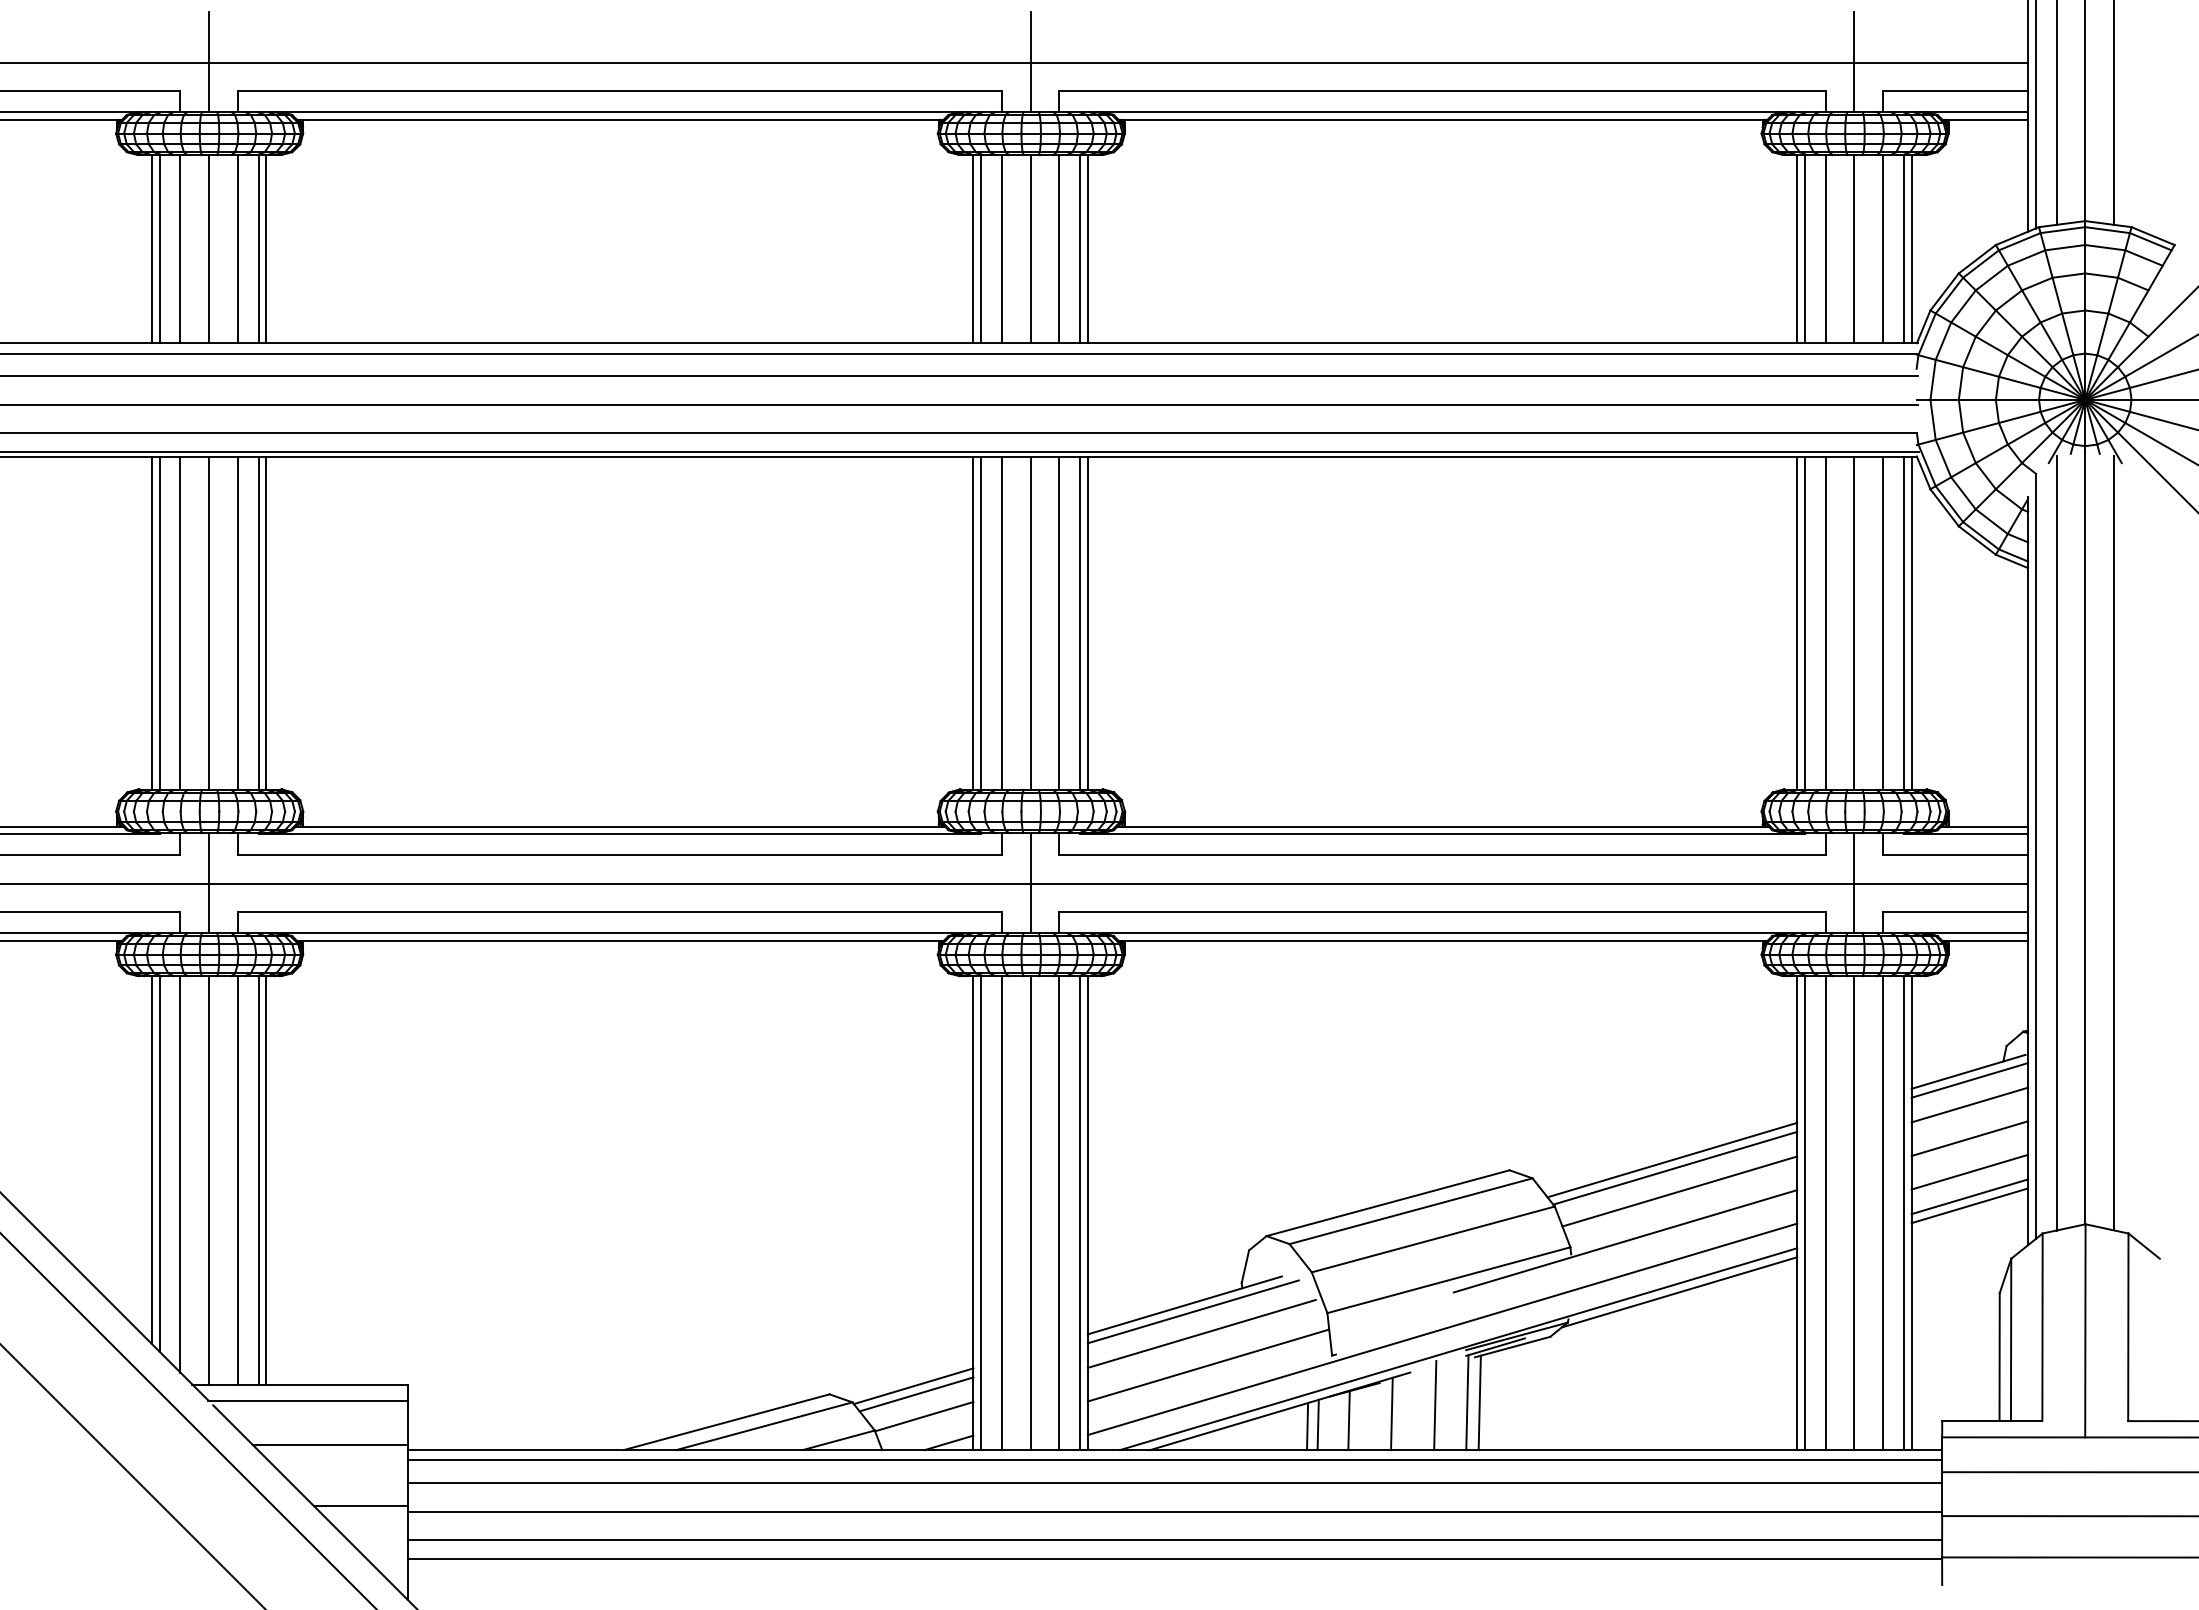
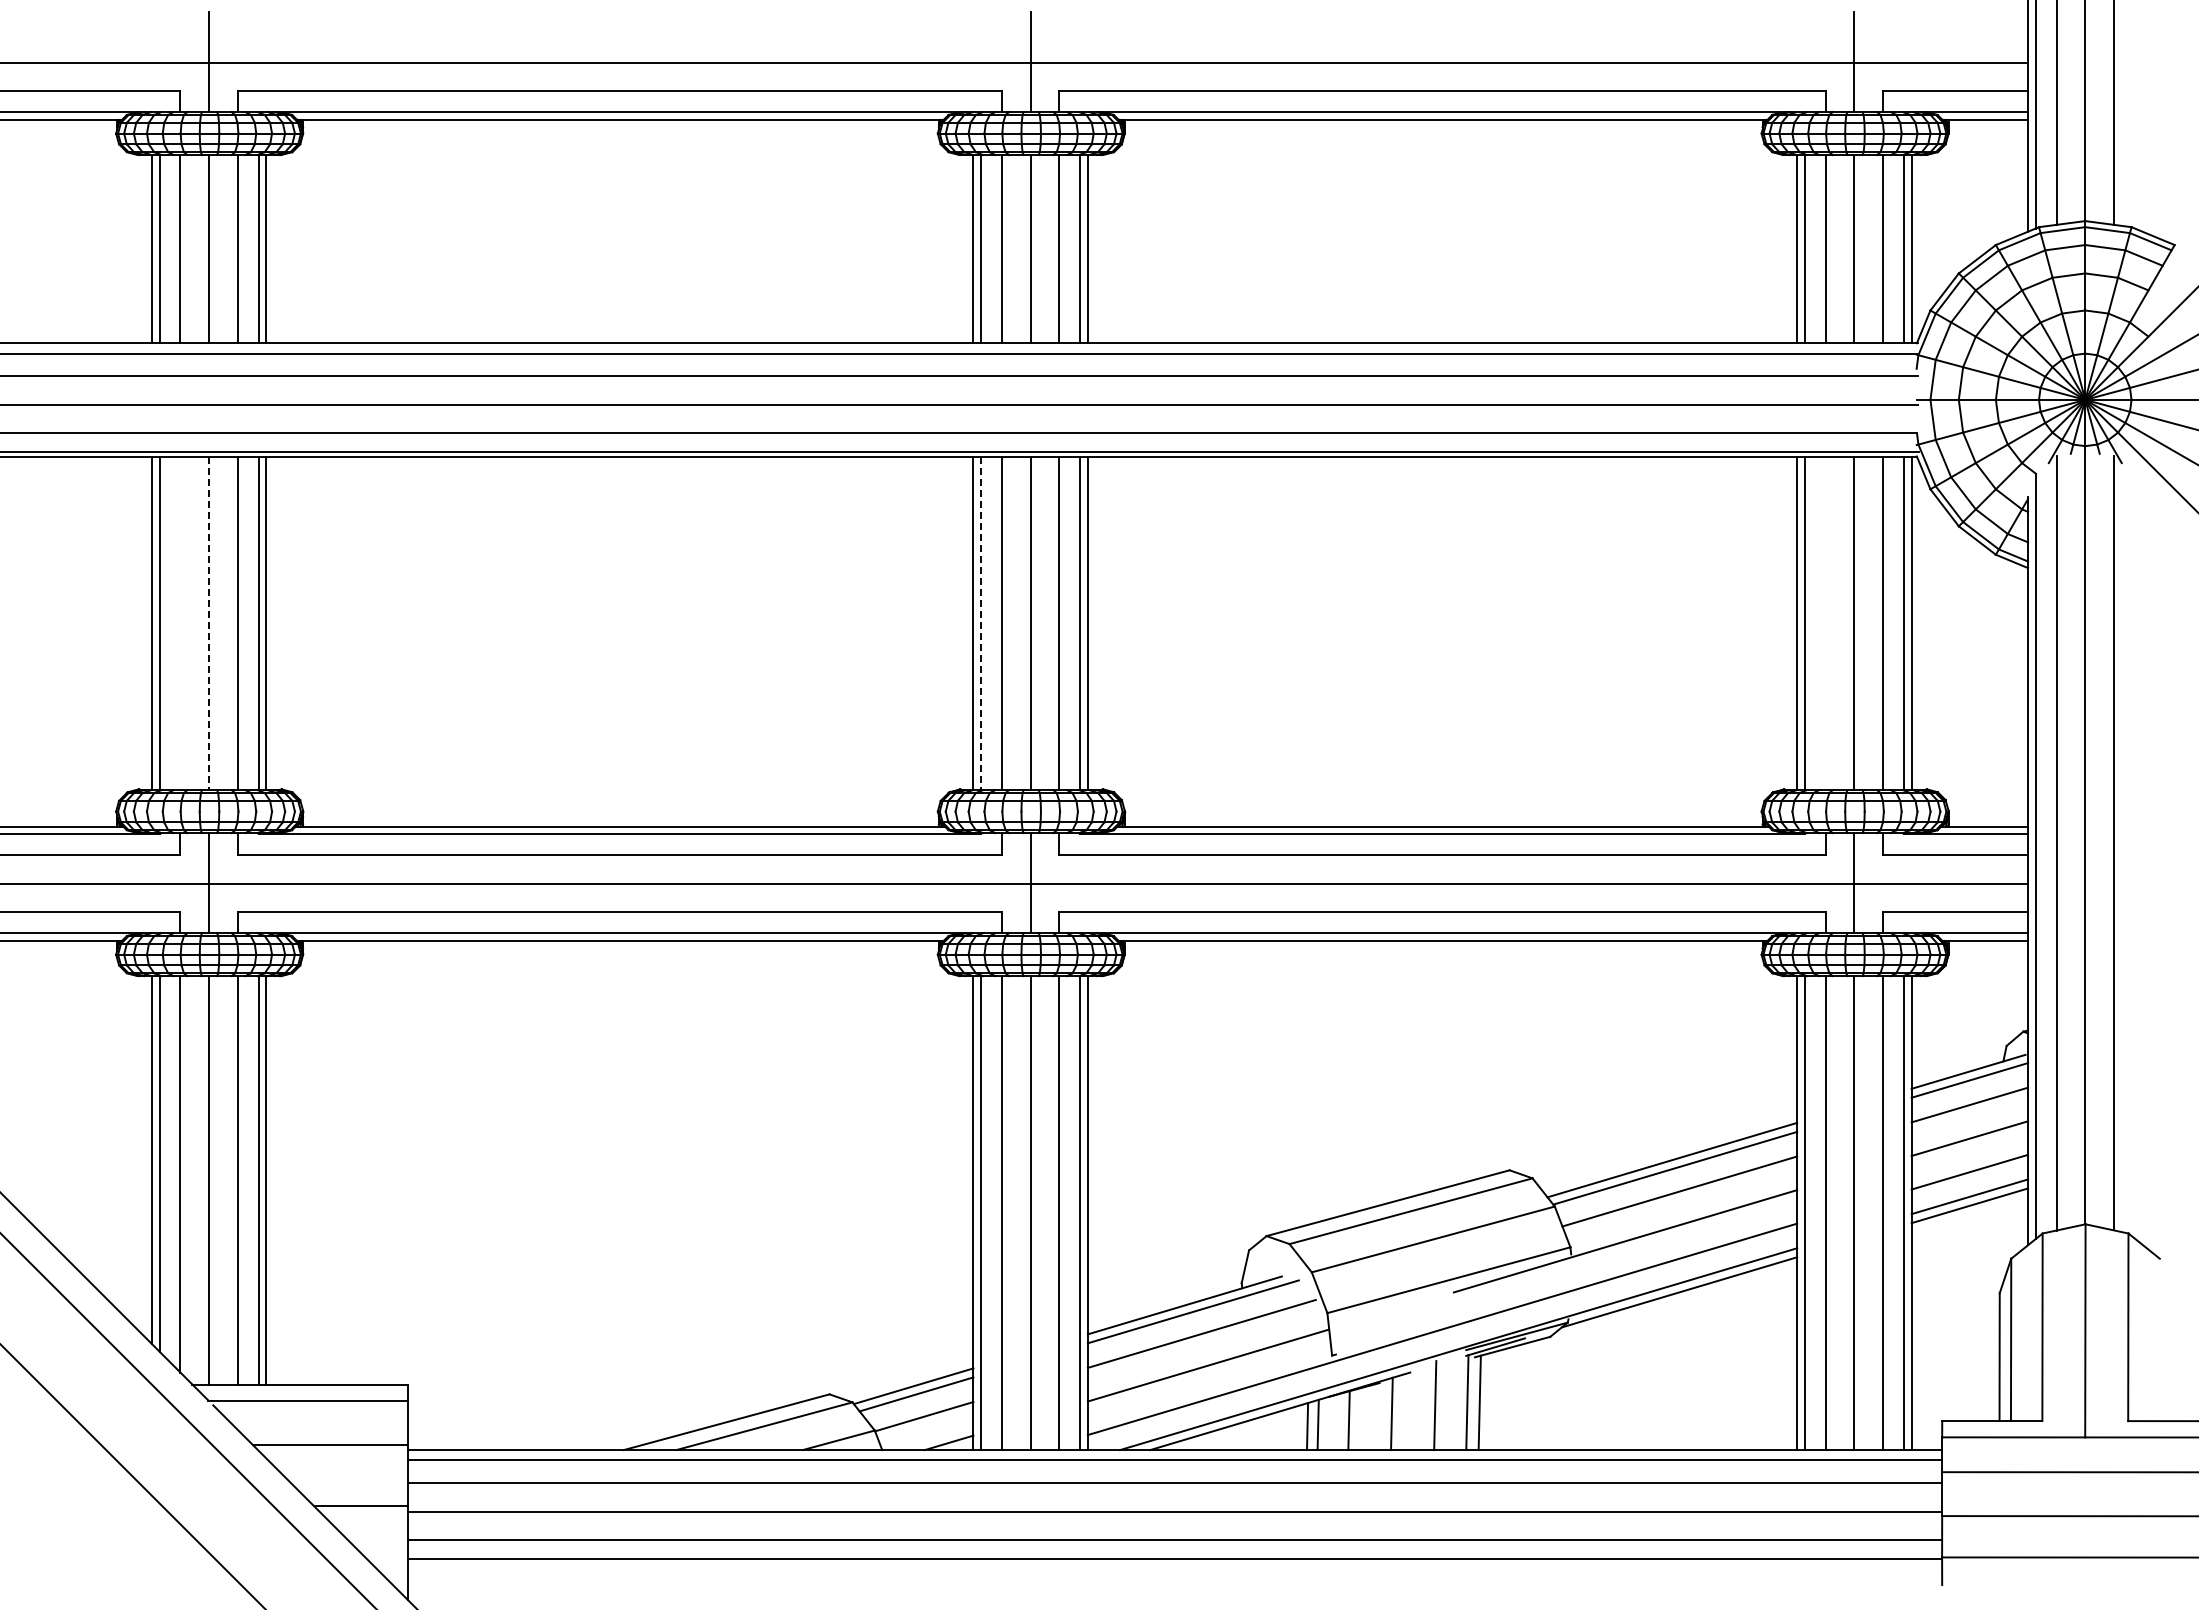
line at (180, 623): present -> none
line at (1825, 623): present -> none
line at (208, 624): solid -> dashed
line at (981, 624): solid -> dashed
